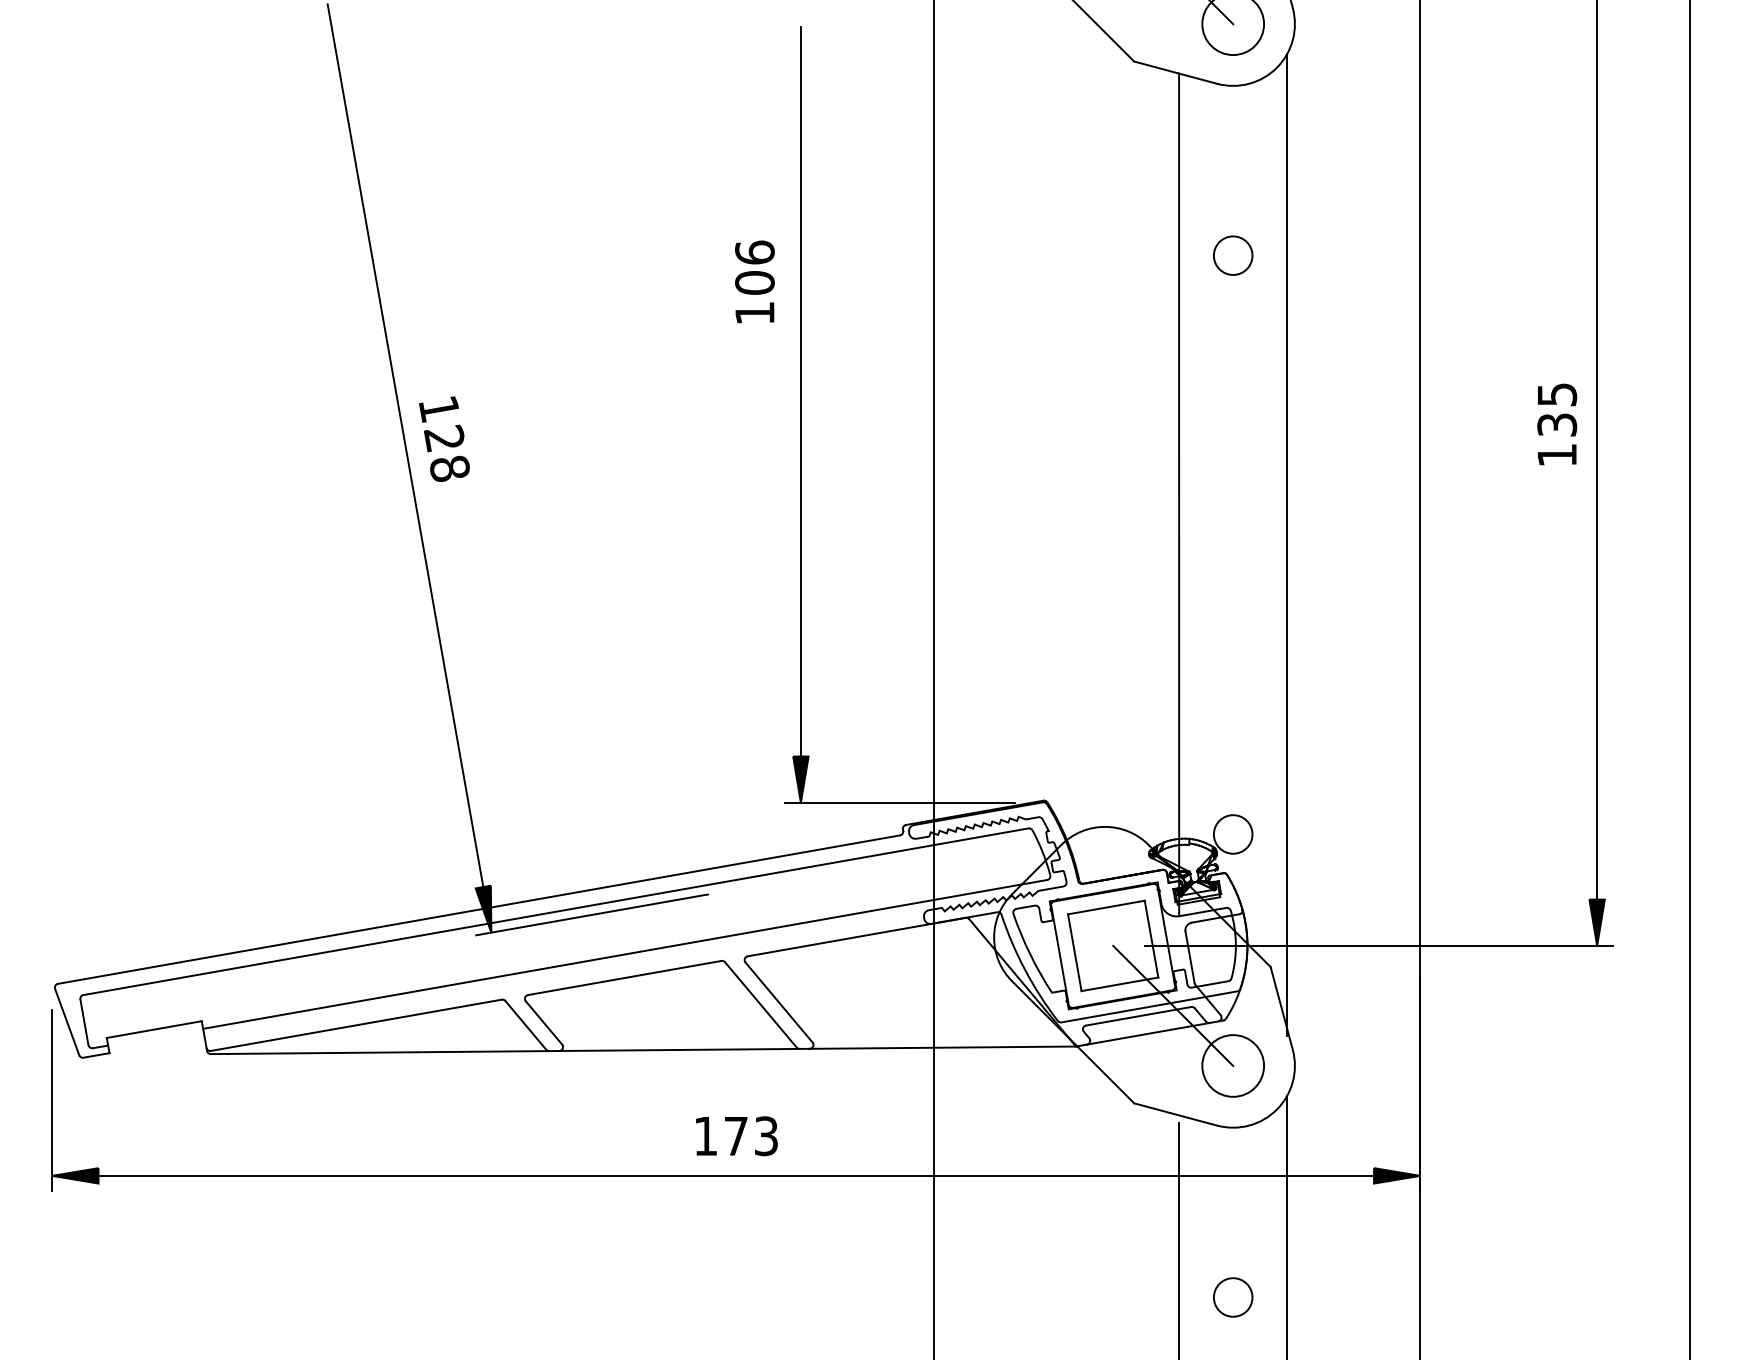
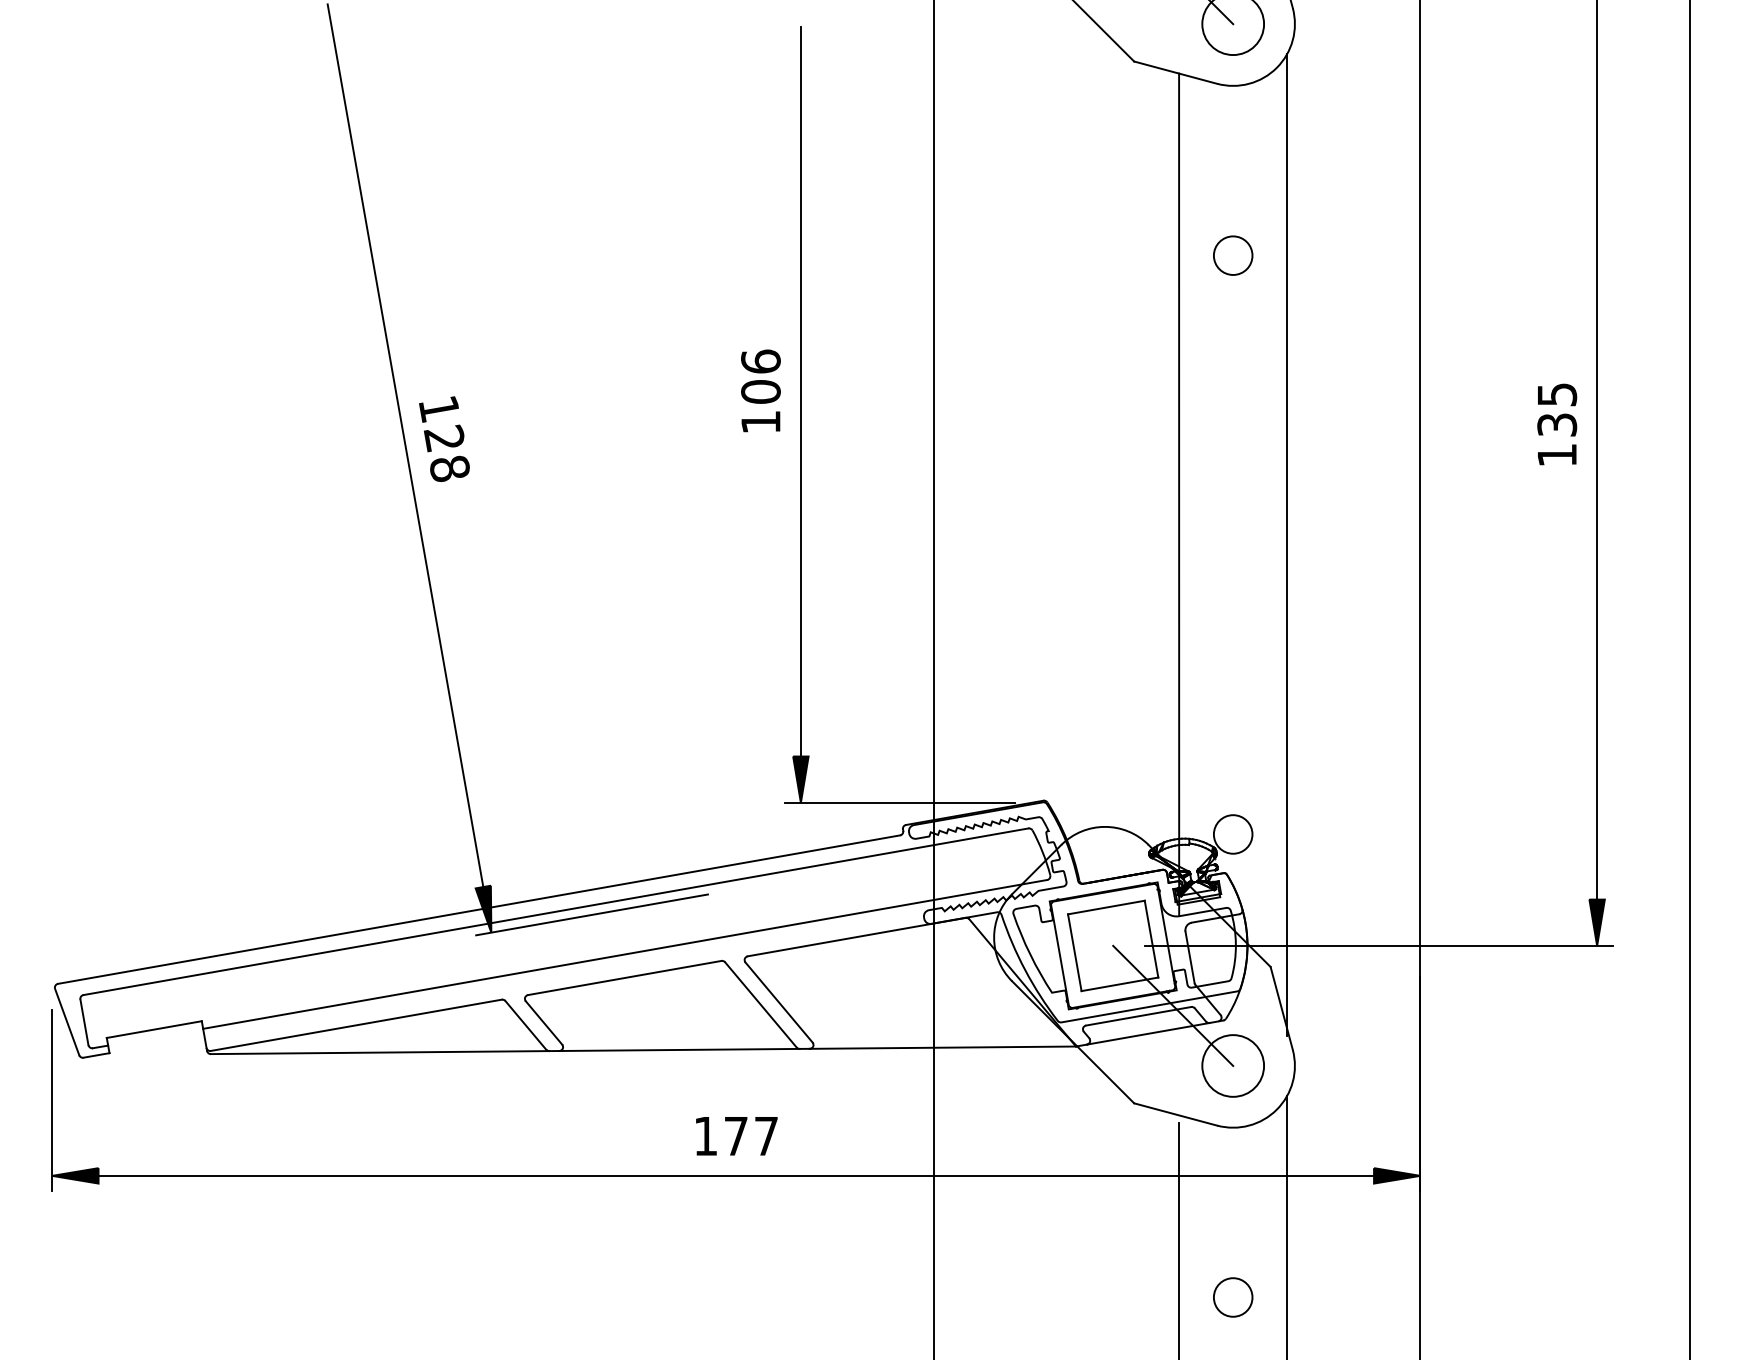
text at (754, 281) position: (754, 281) -> (760, 390)
text at (766, 1136): 173 -> 177
